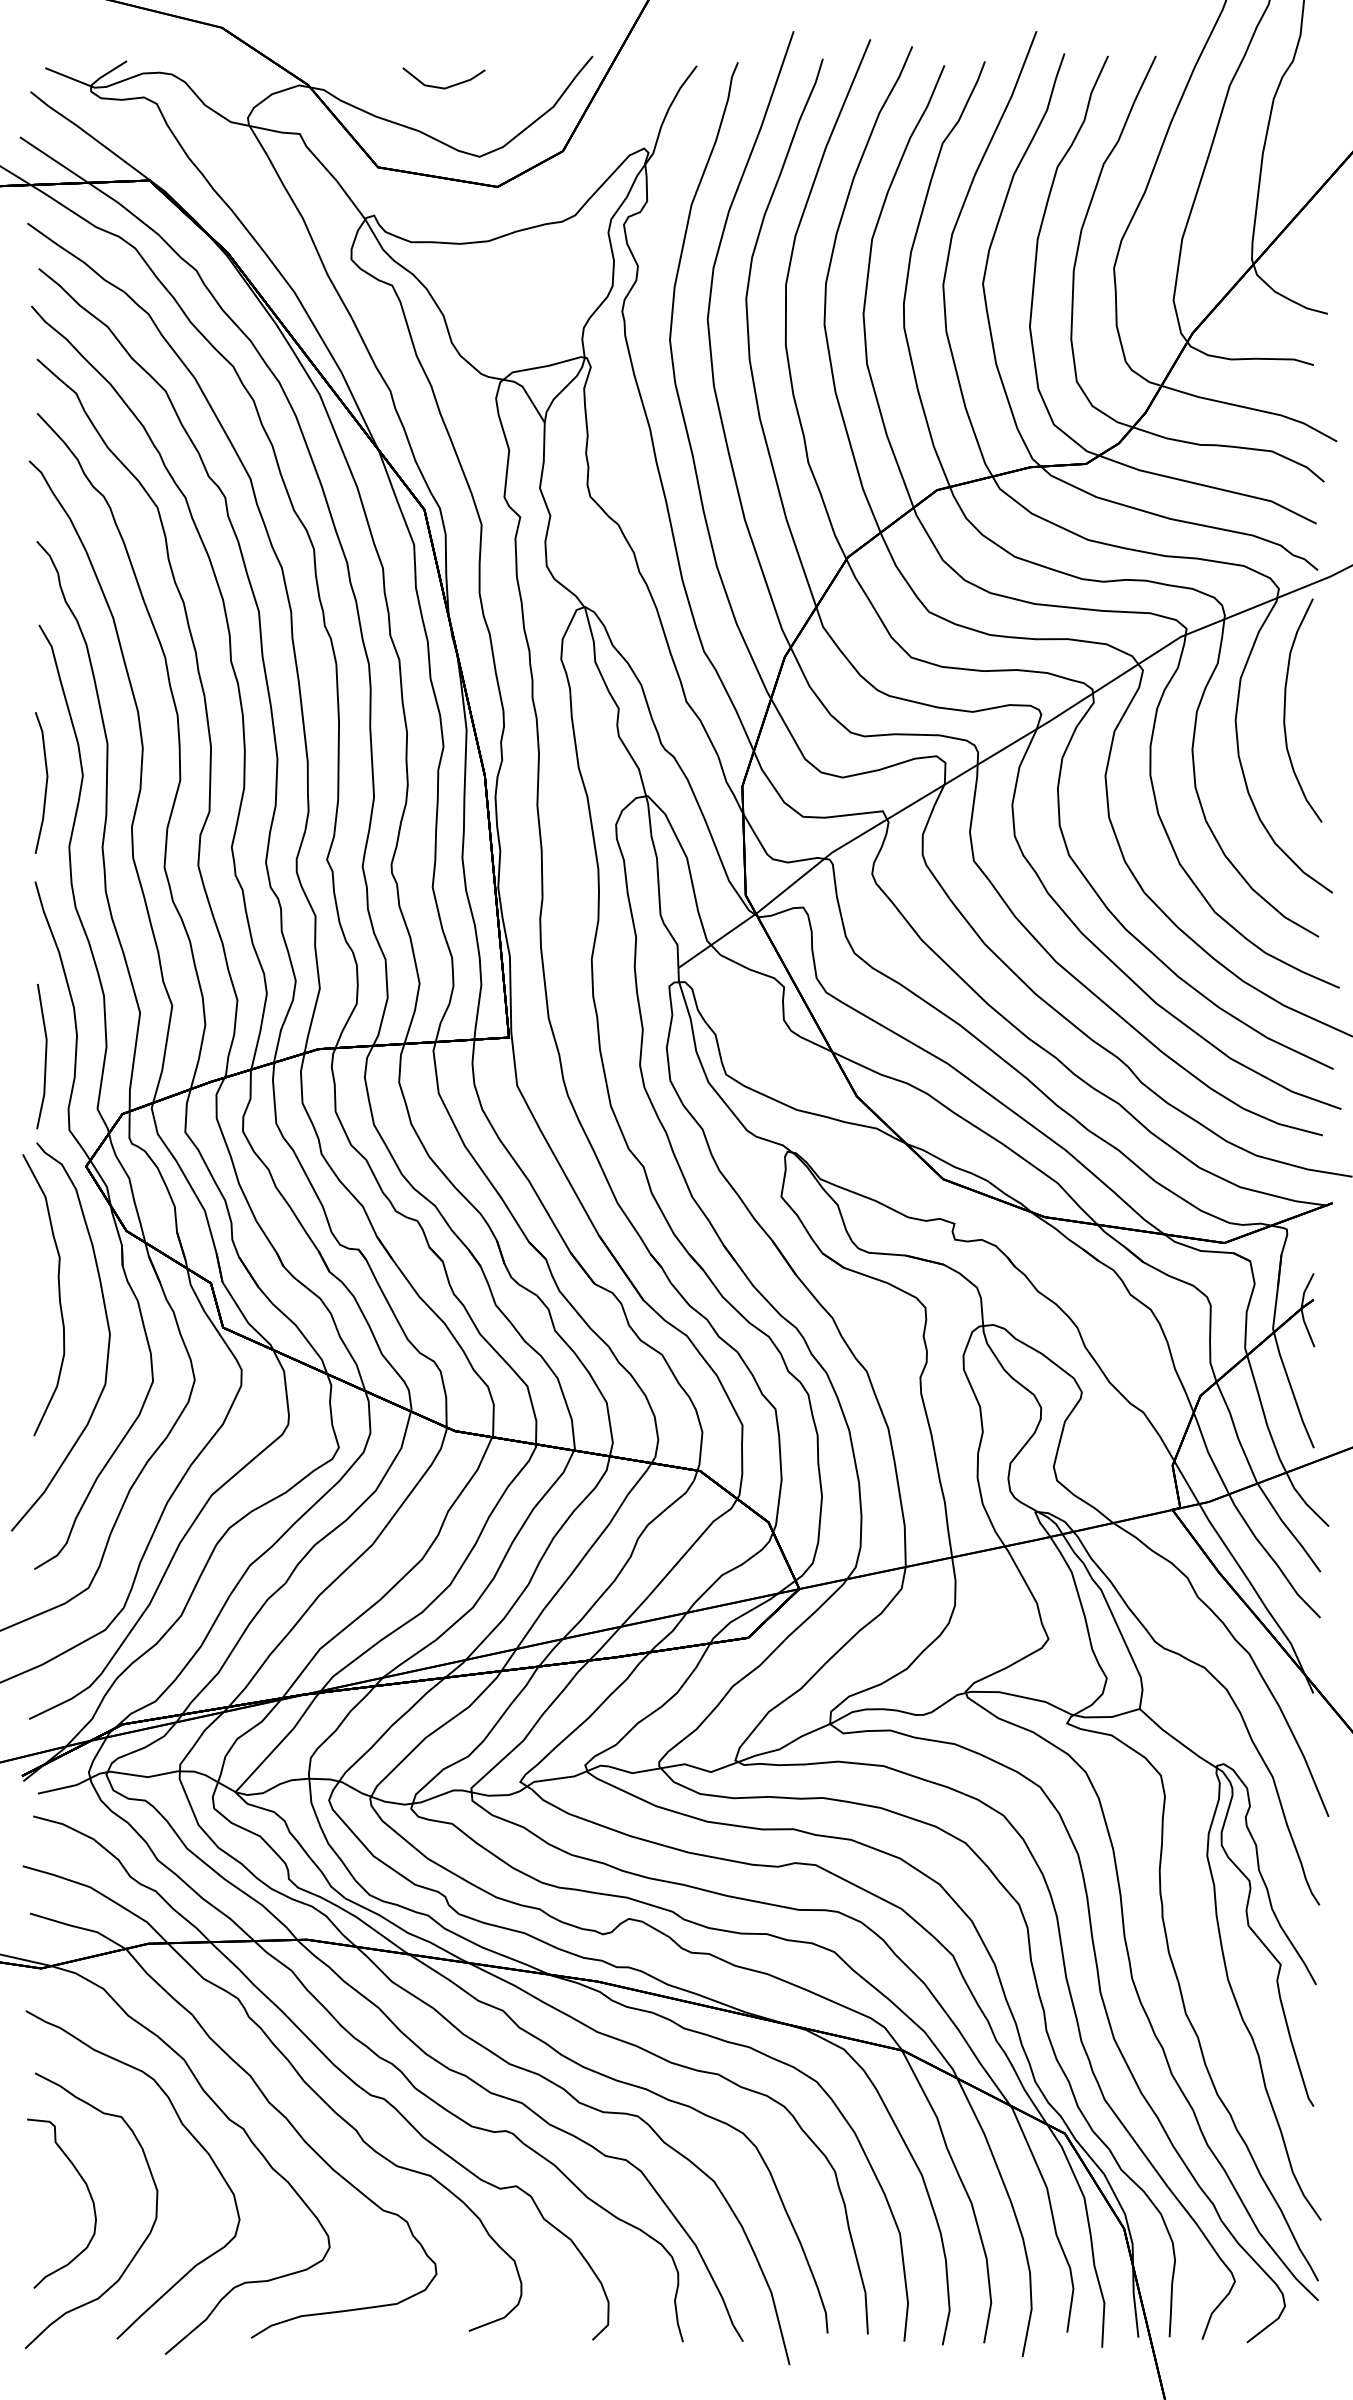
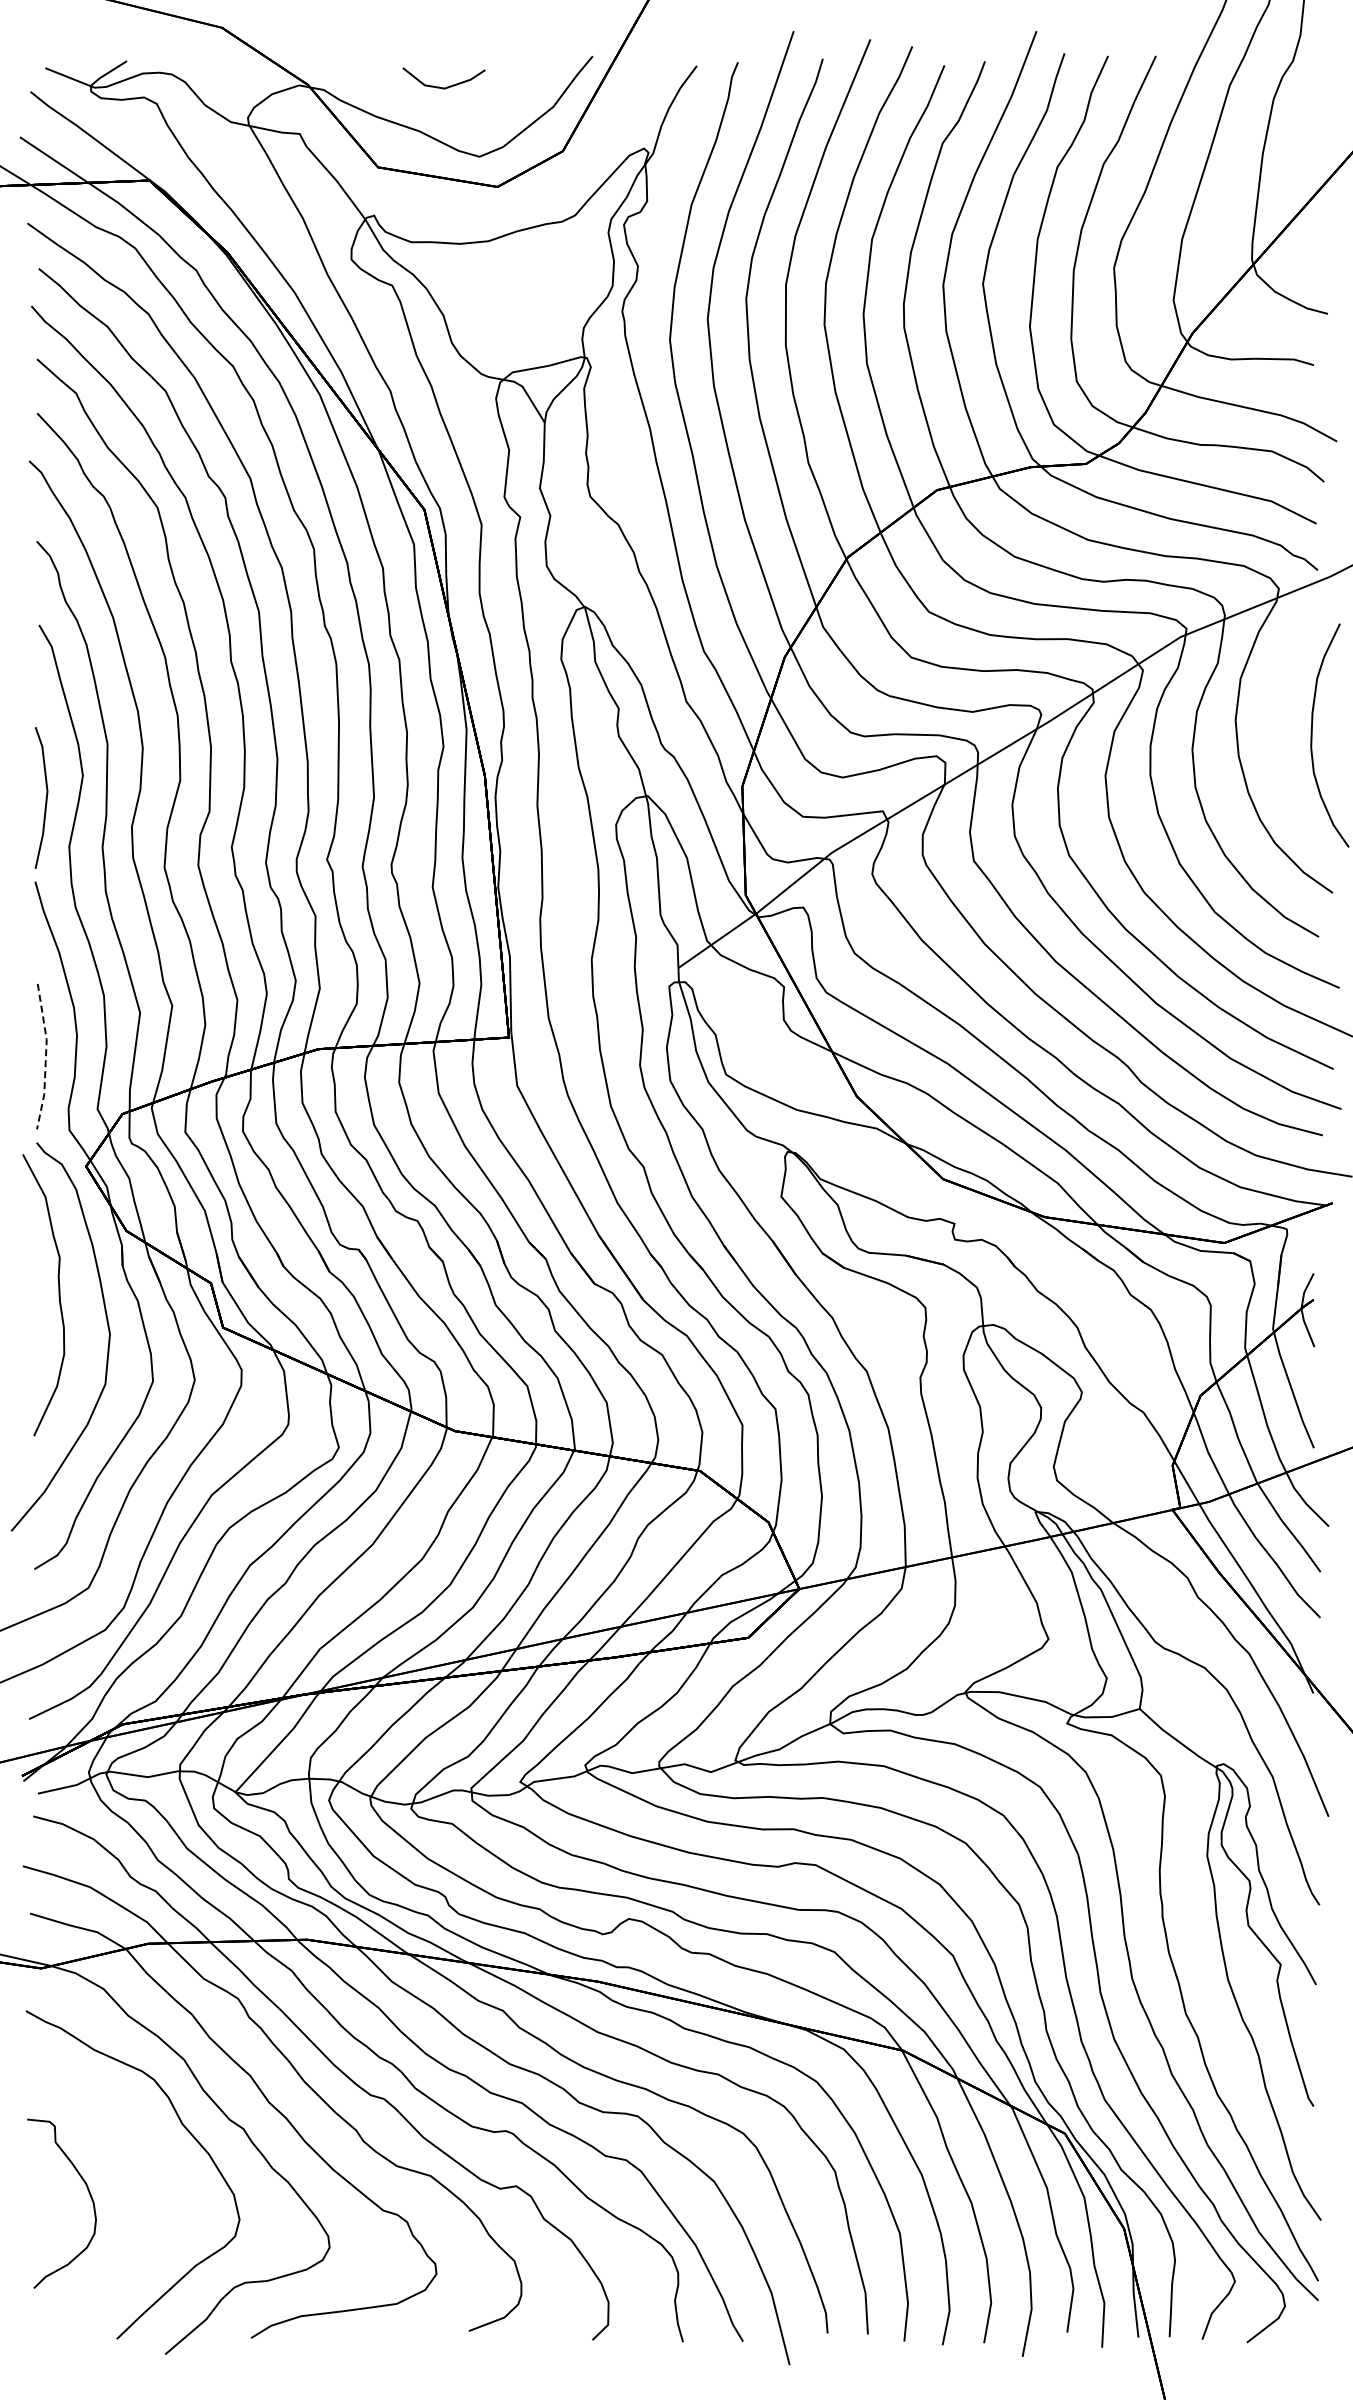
curve at (1285, 710) position: (1285, 710) -> (1312, 735)
line at (45, 783) position: (45, 783) -> (45, 798)
line at (45, 1056): solid -> dashed
curve at (142, 2242): present -> none
